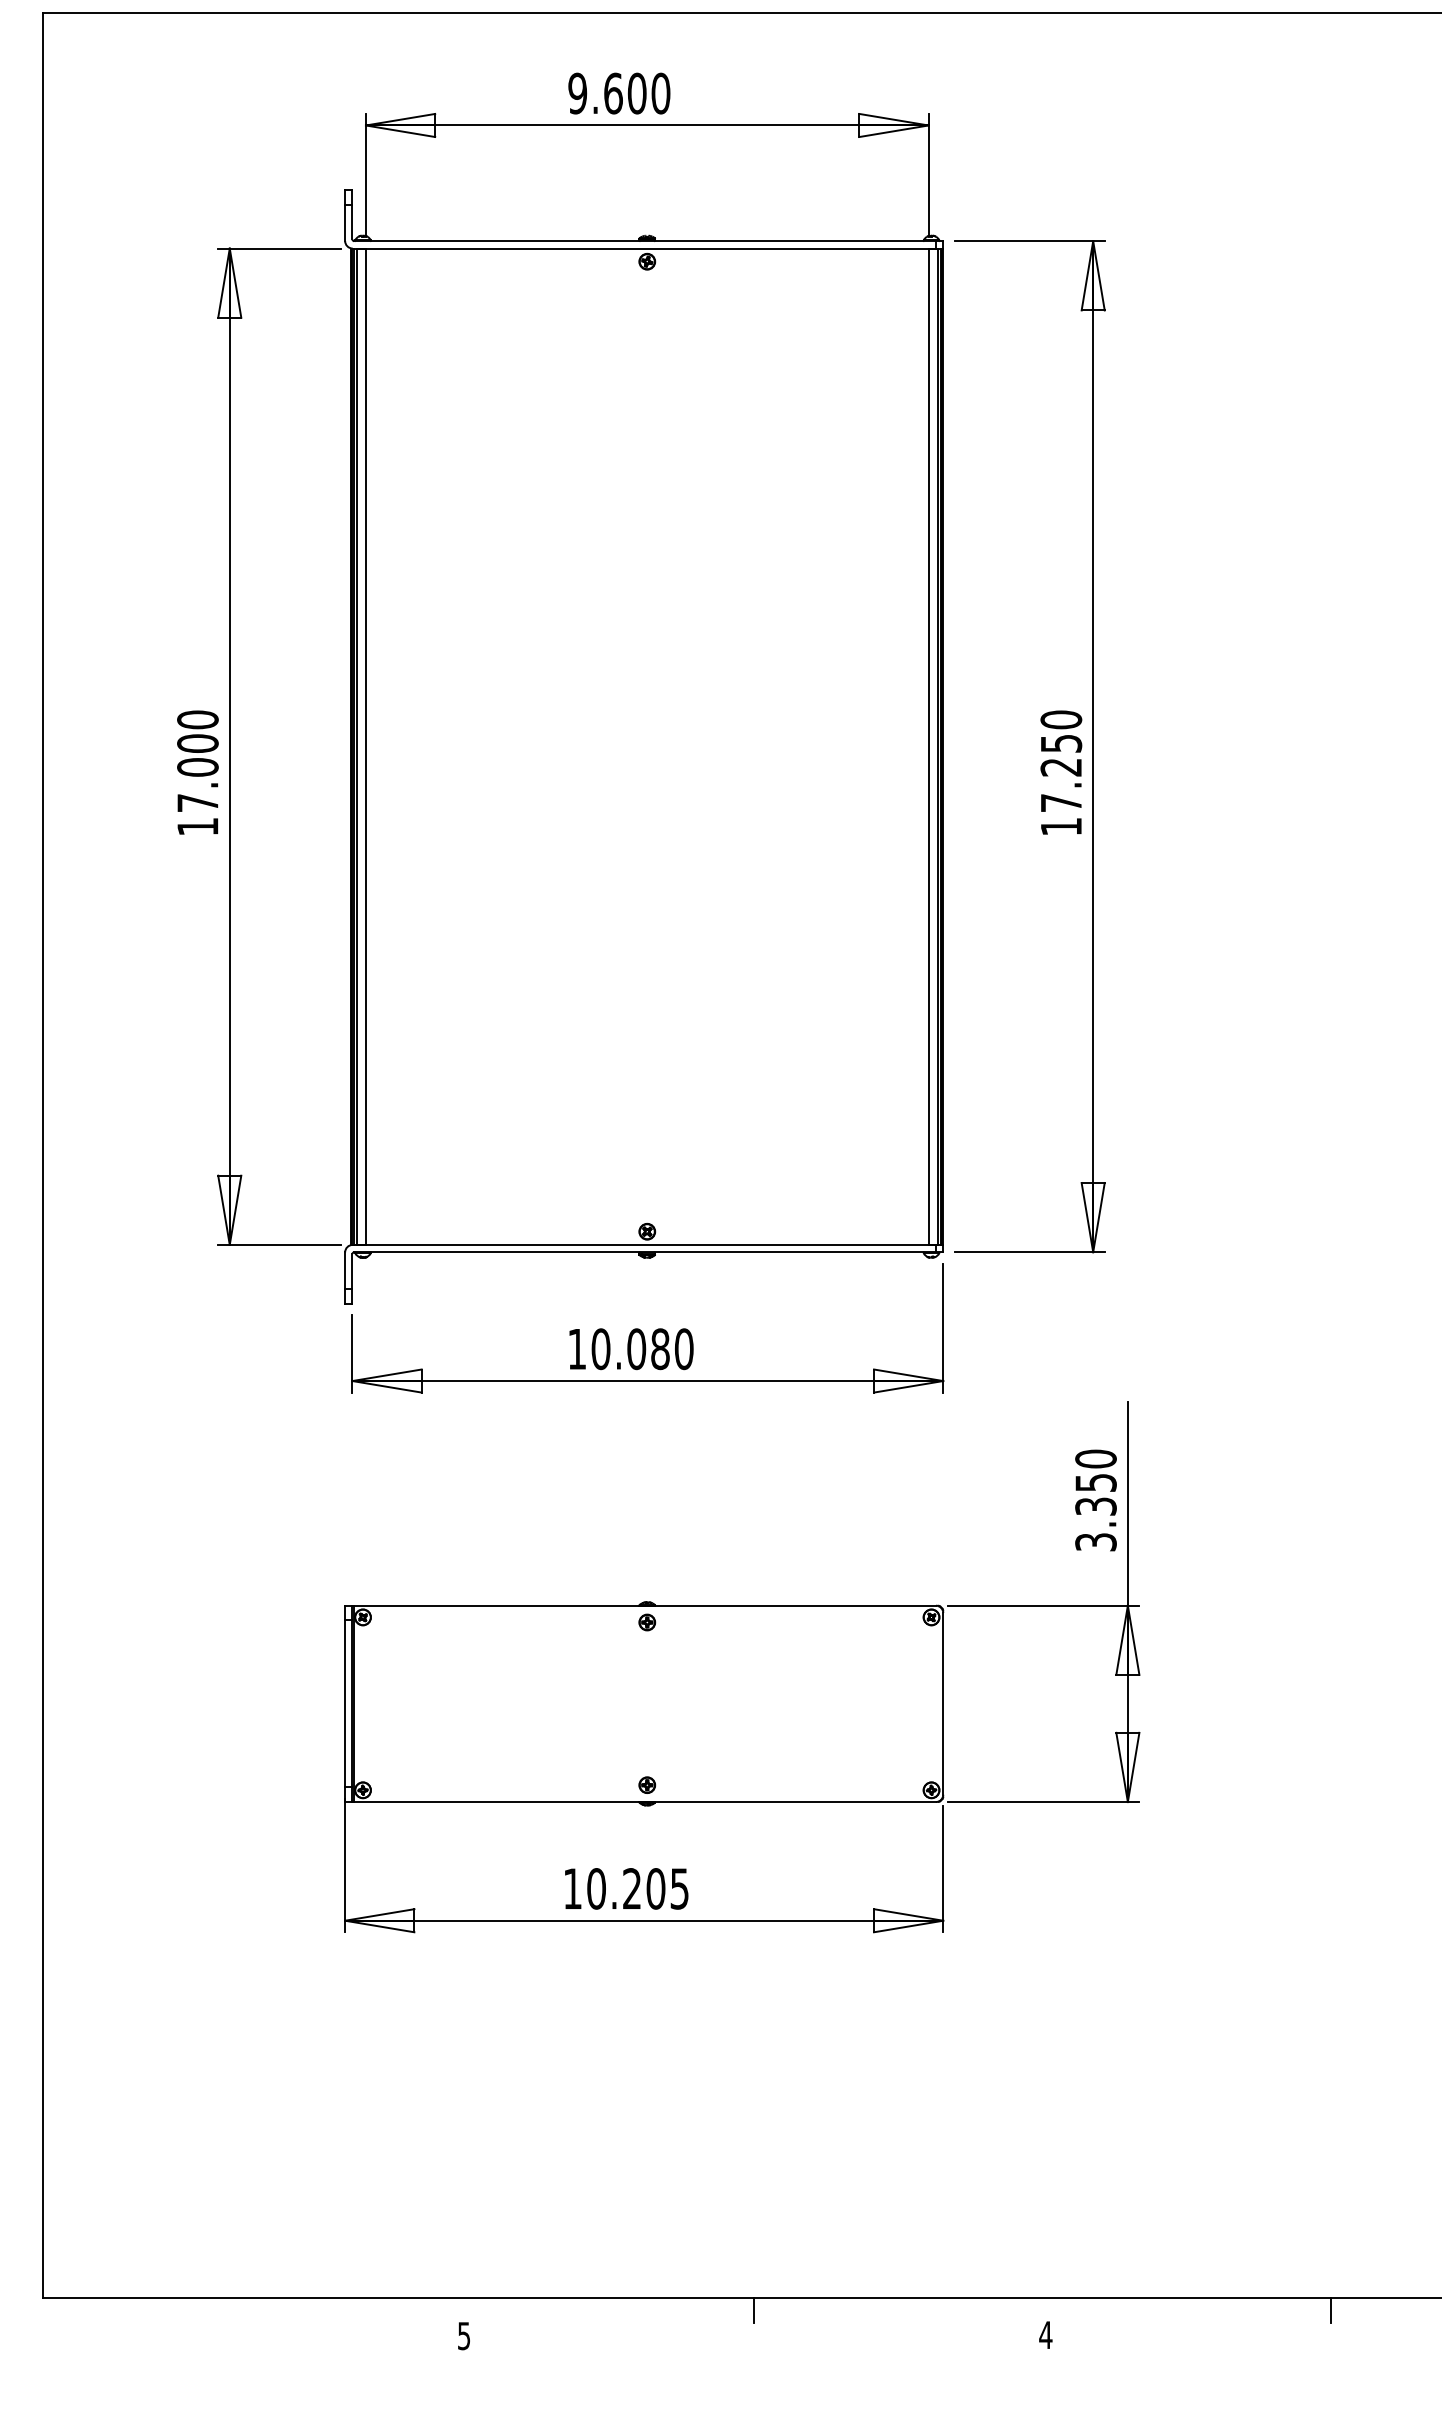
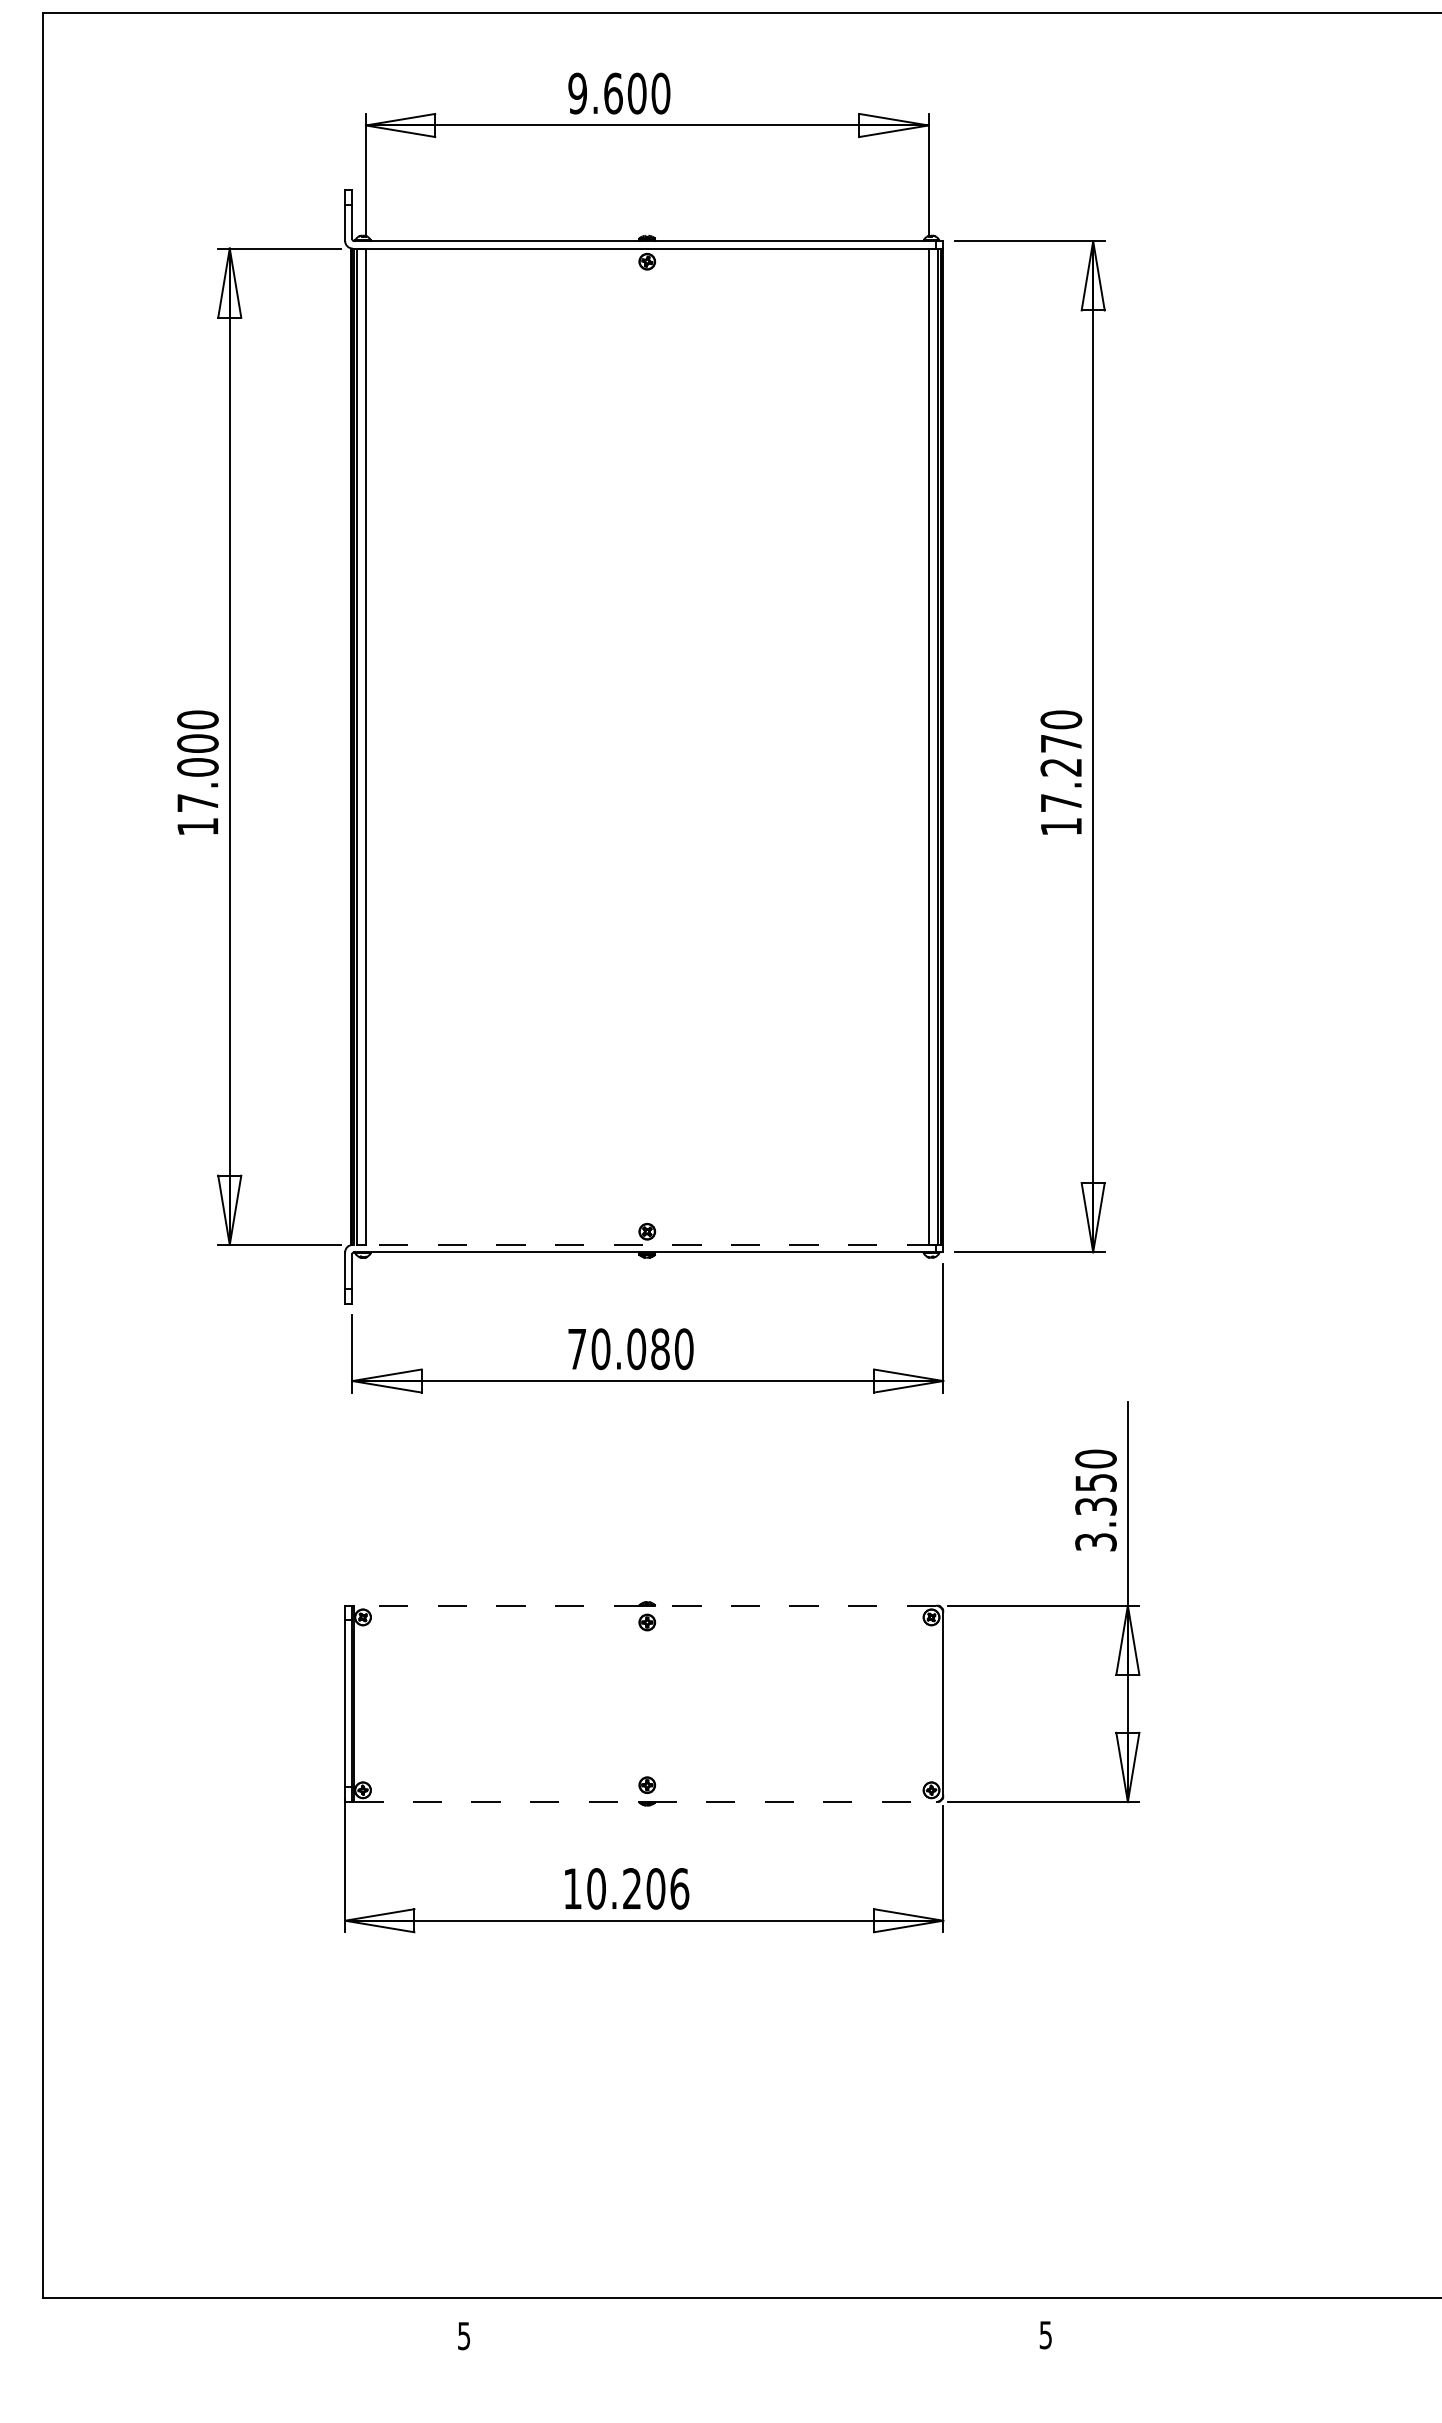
text at (1061, 743): 17.250 -> 17.270
line at (644, 1244): solid -> dashed
text at (576, 1349): 10.080 -> 70.080
line at (645, 1605): solid -> dashed
line at (645, 1802): solid -> dashed
text at (679, 1888): 10.205 -> 10.206
line at (753, 2310): present -> none
line at (1330, 2310): present -> none
text at (1045, 2335): 4 -> 5
